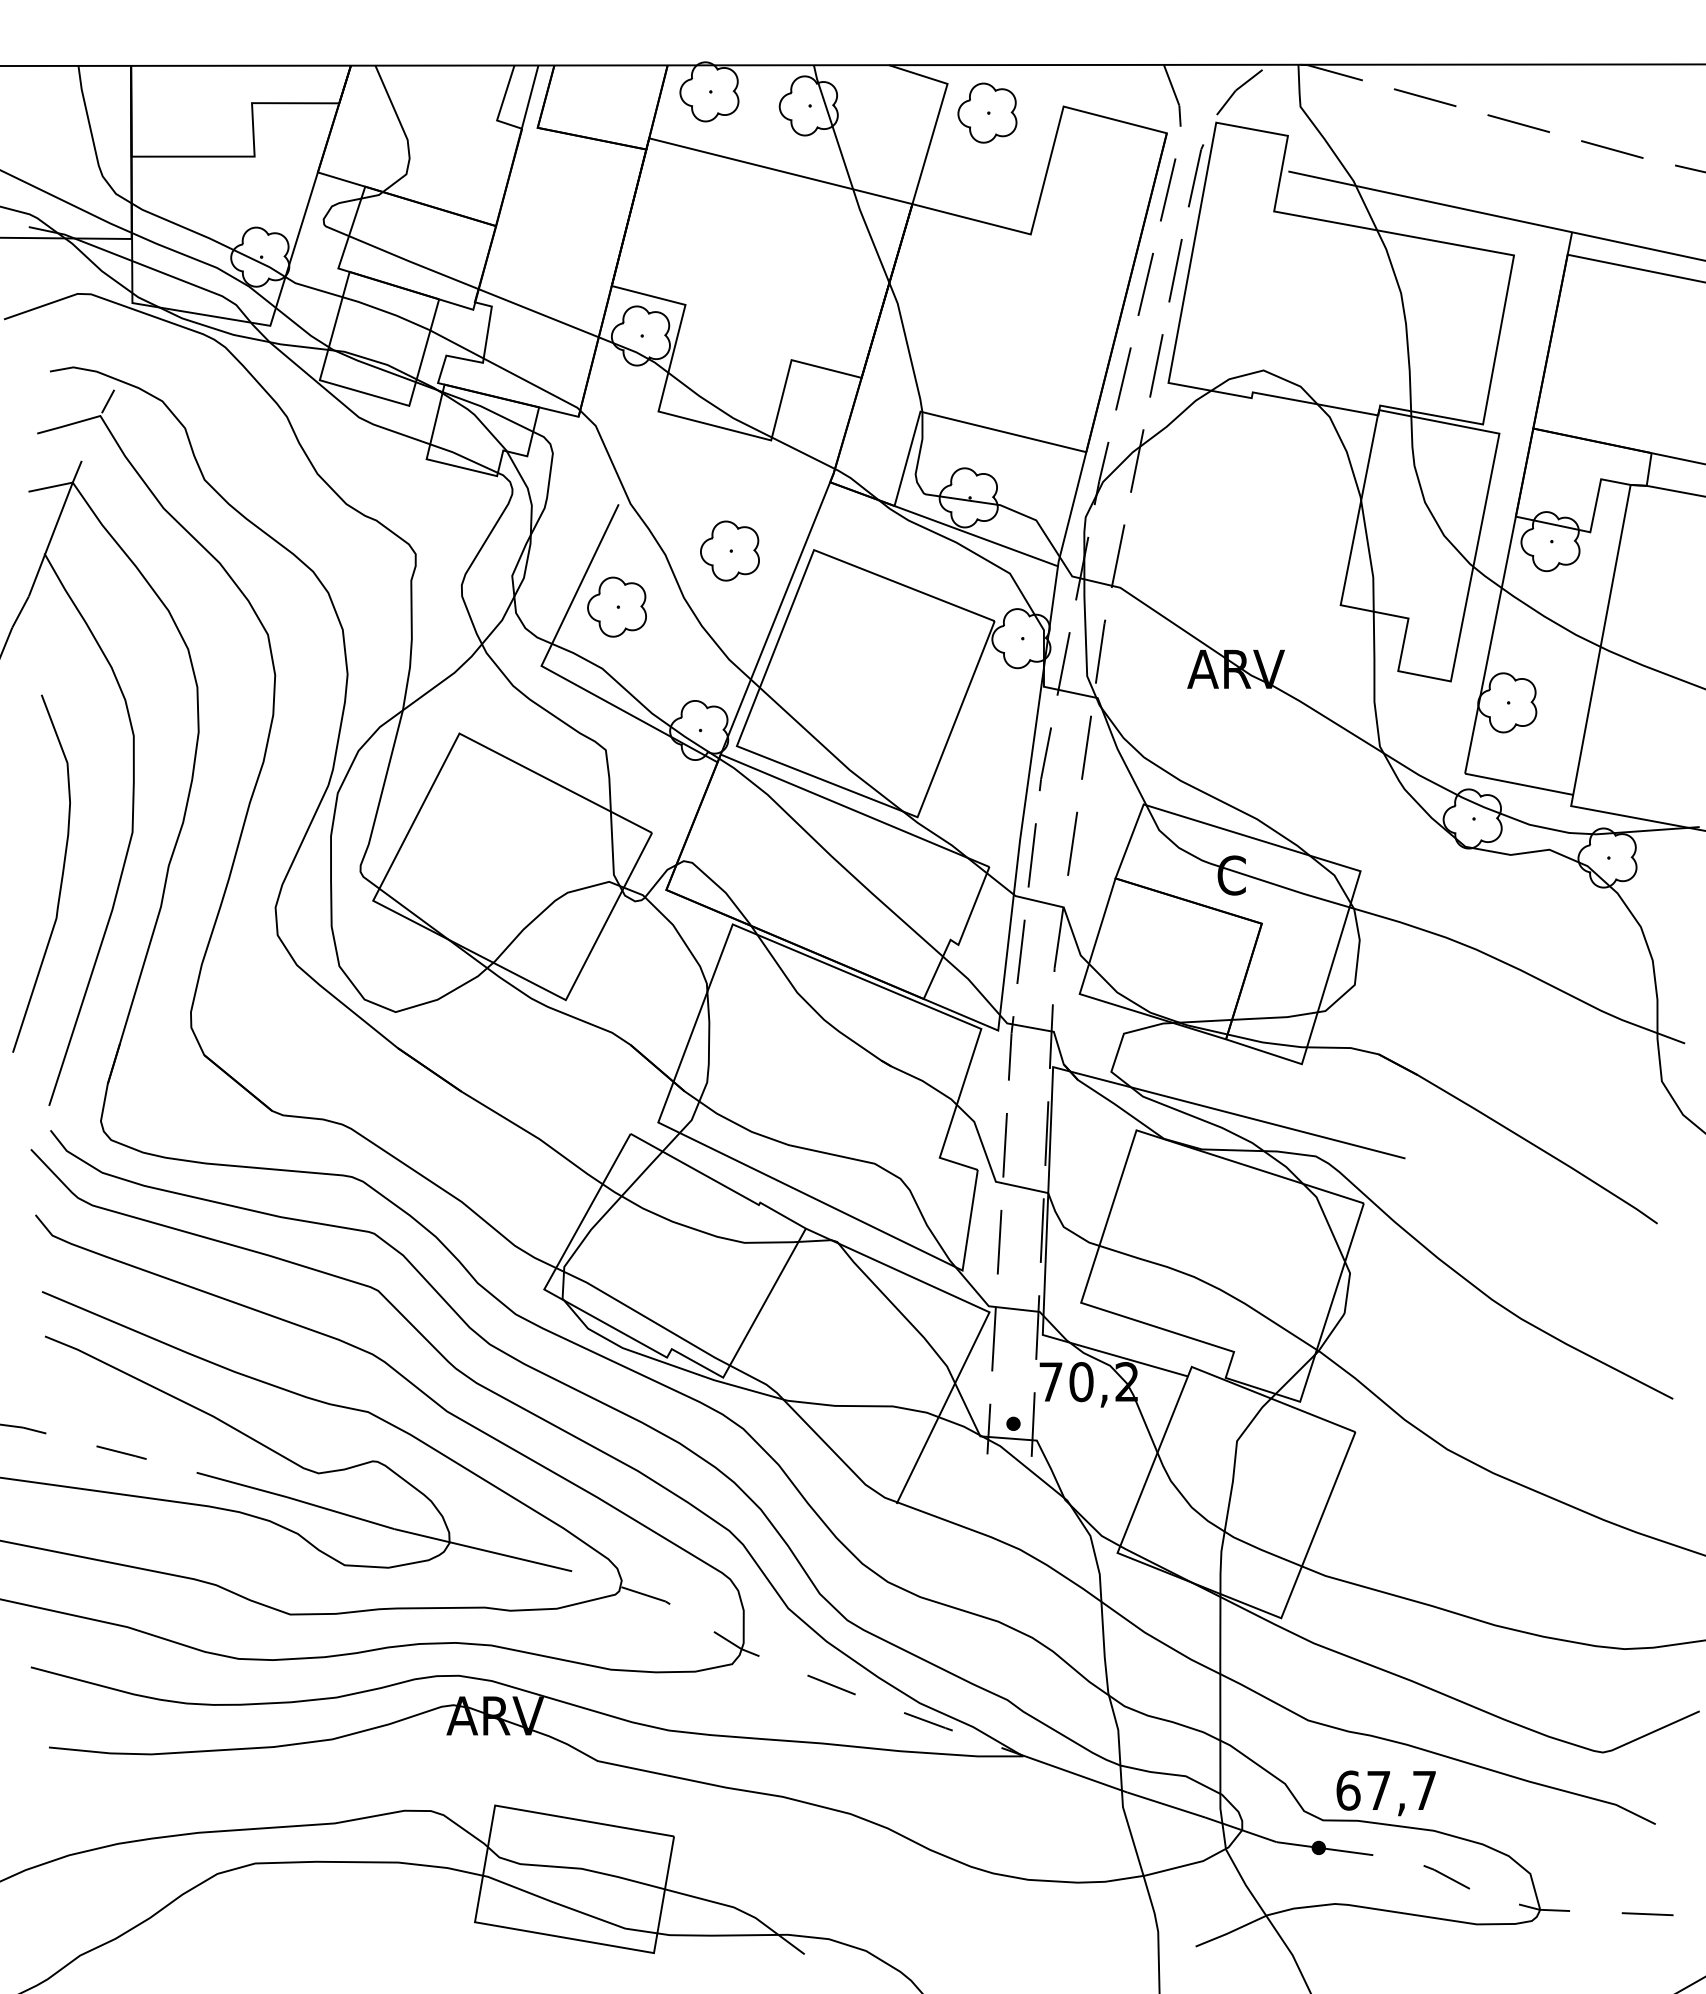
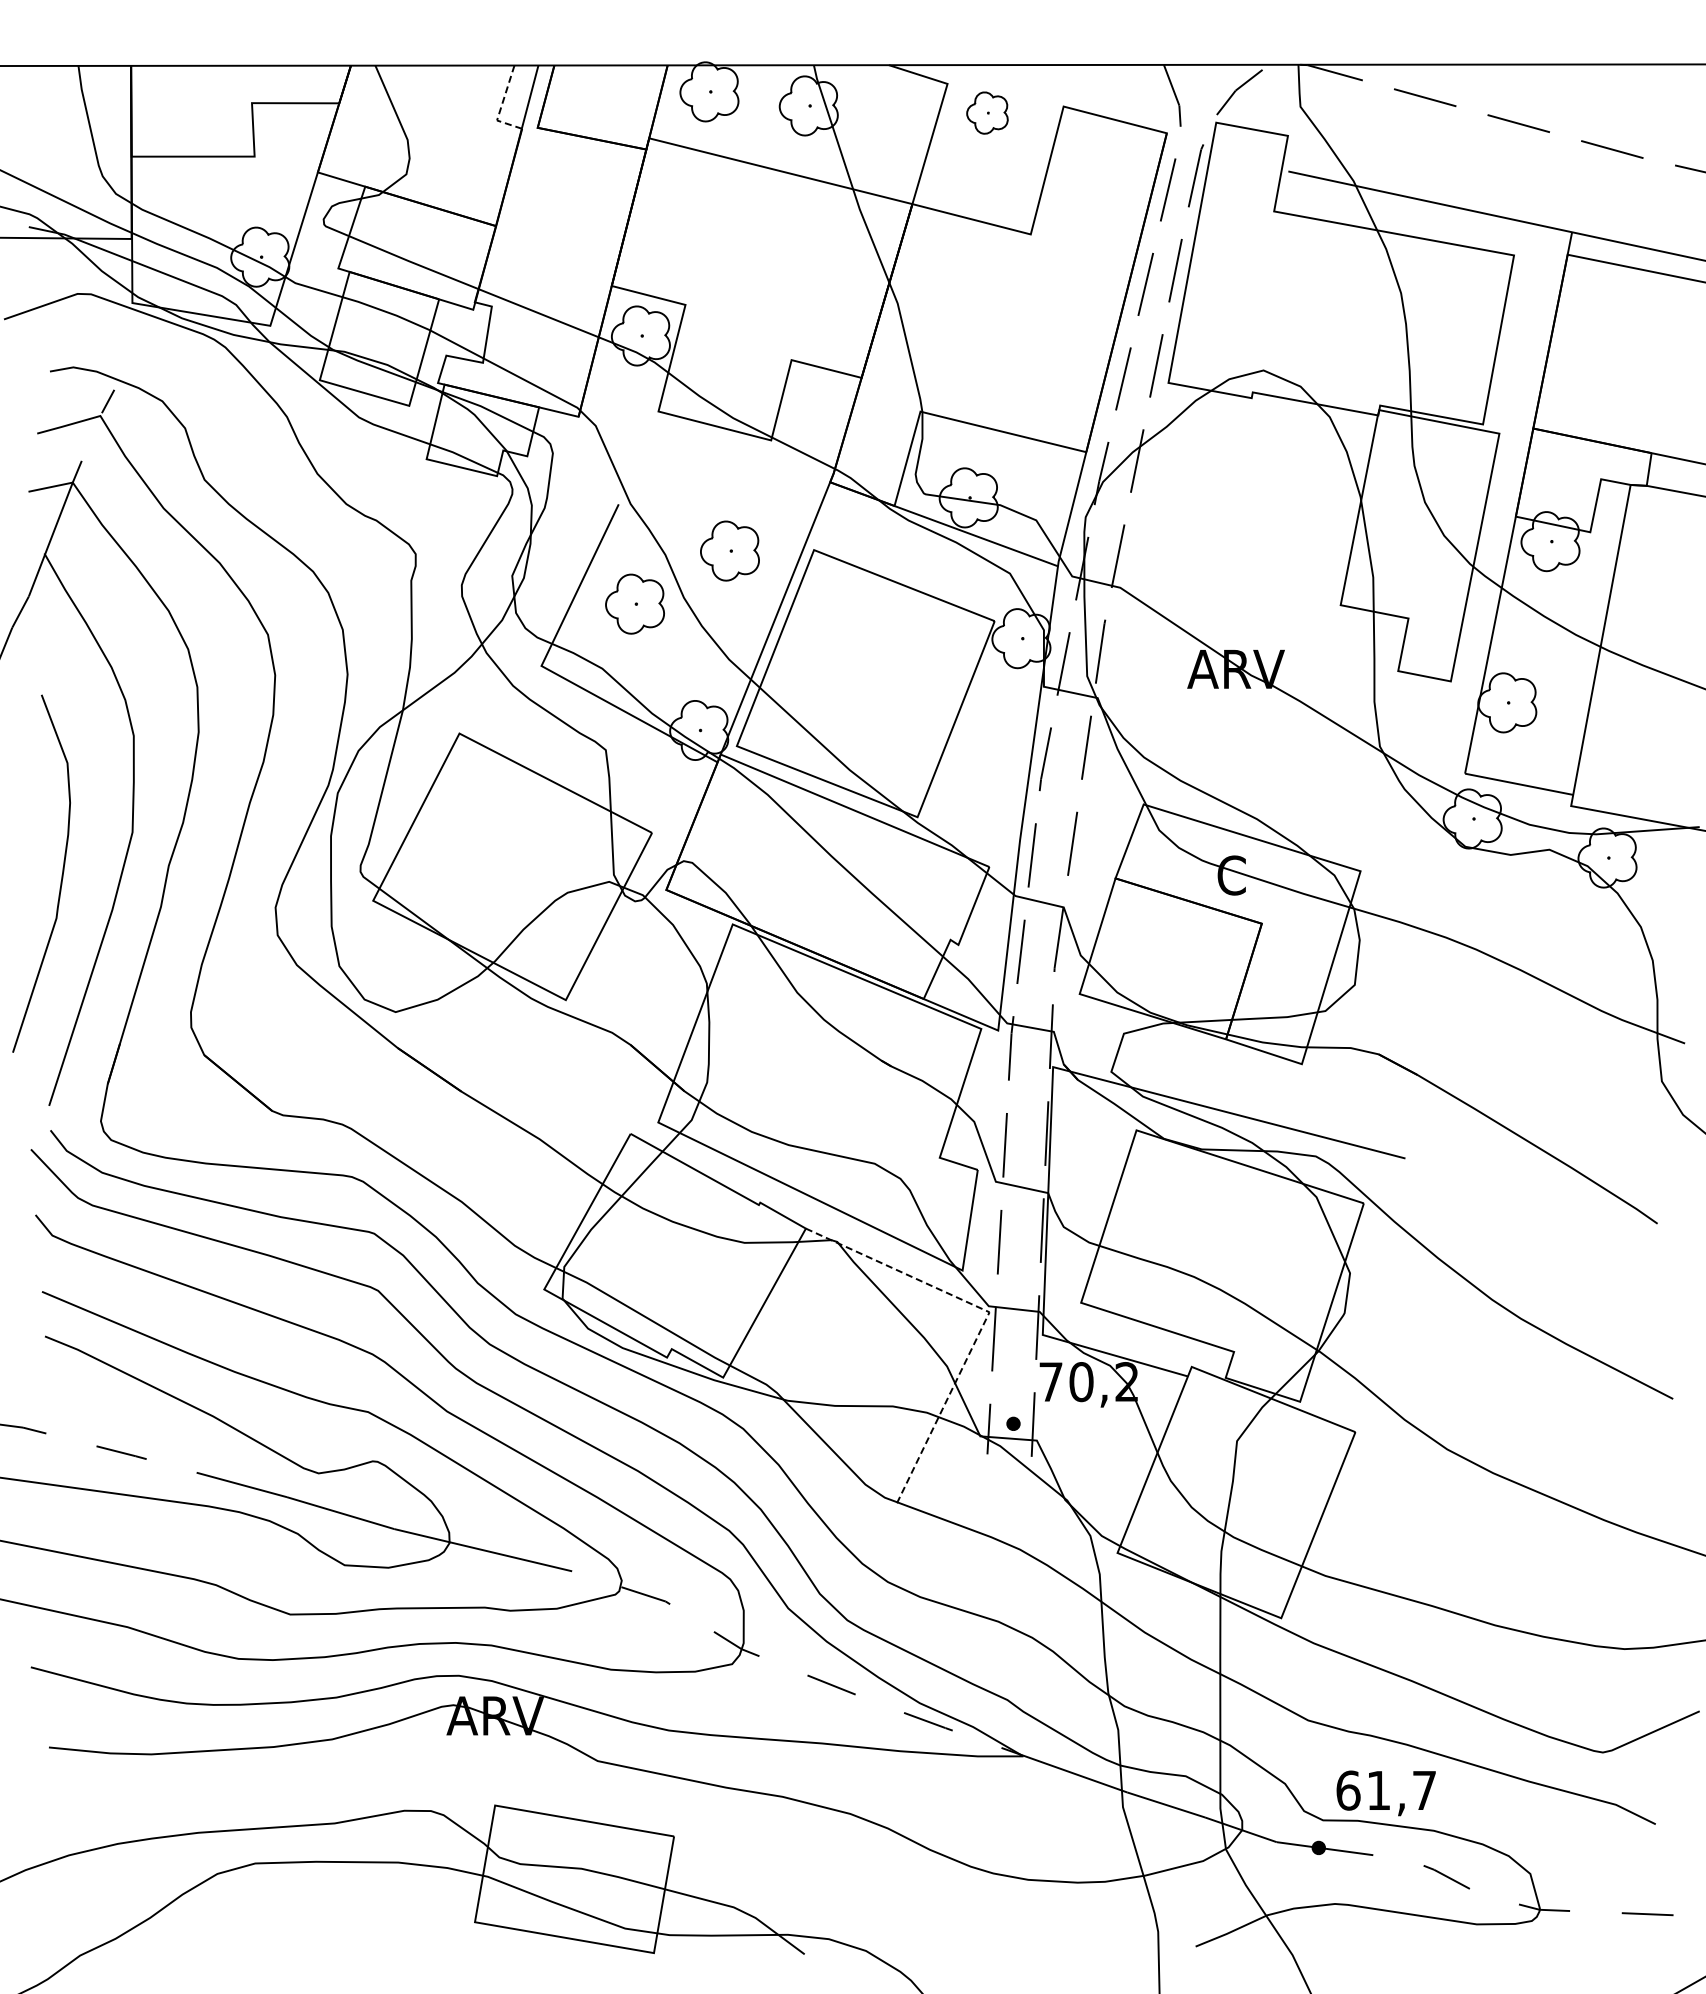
line at (501, 106): solid -> dashed
part at (987, 112) size: 61x62 px -> 43x44 px
part at (616, 606) position: (616, 606) -> (634, 603)
line at (987, 1316): solid -> dashed
text at (1378, 1790): 67,7 -> 61,7
